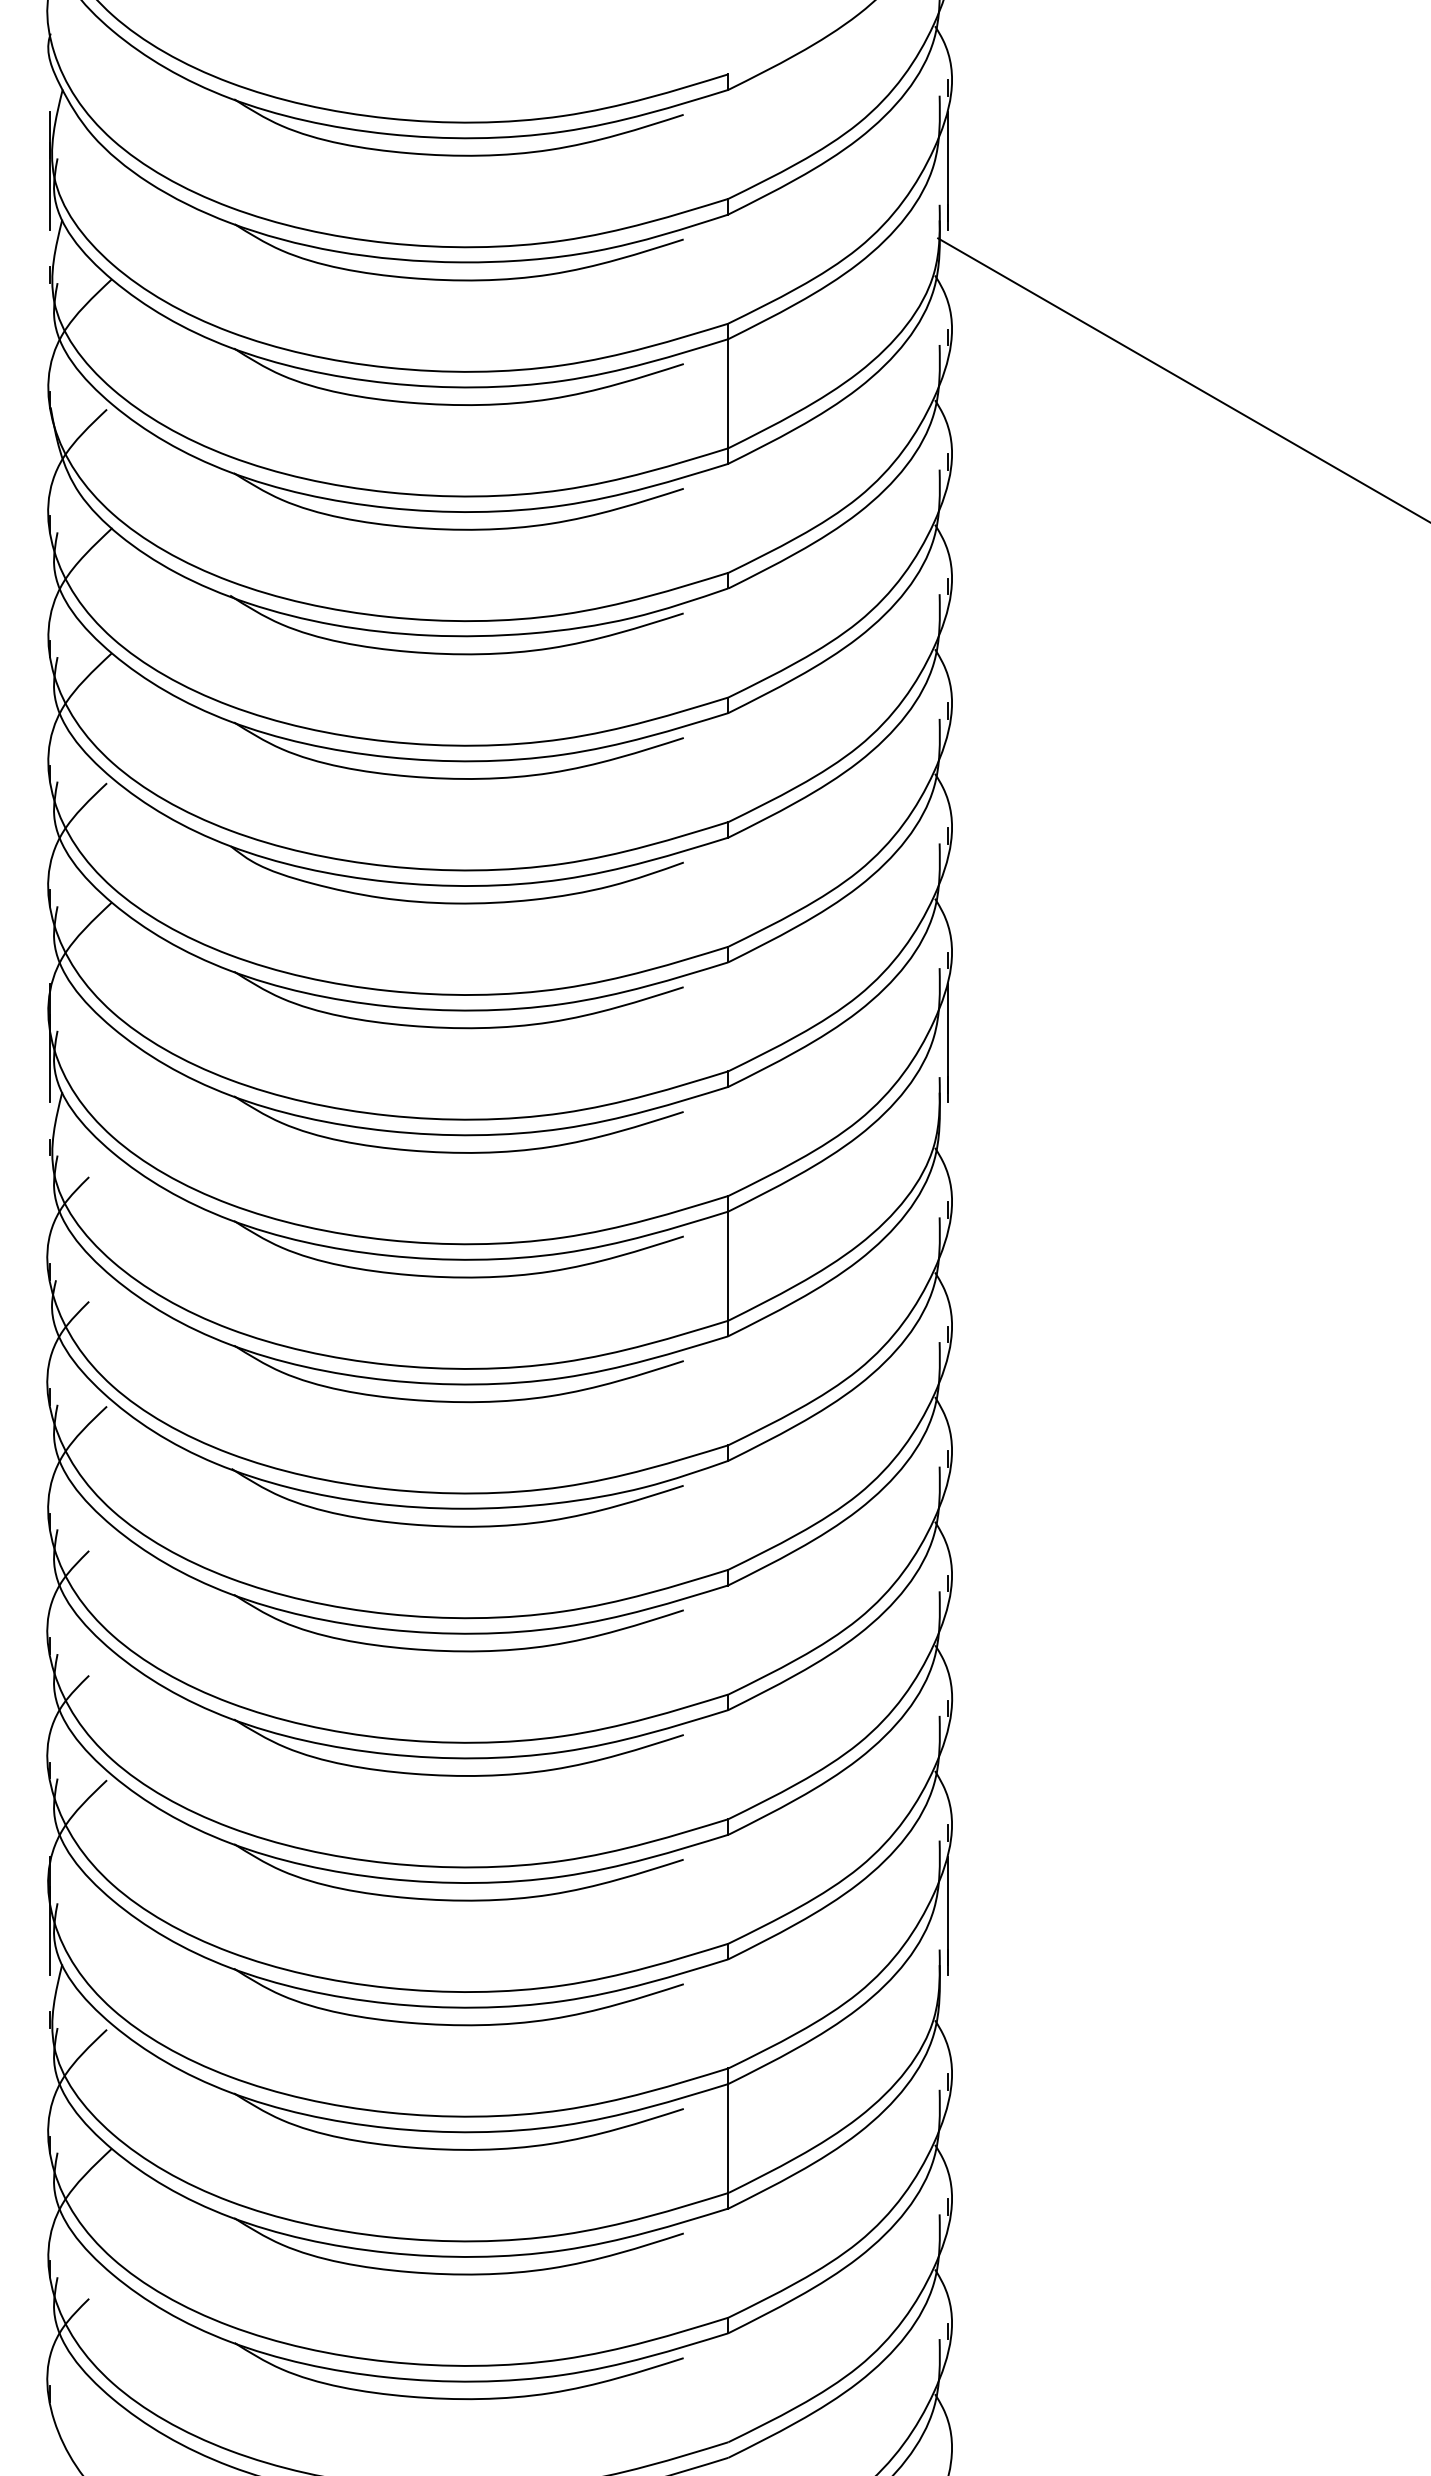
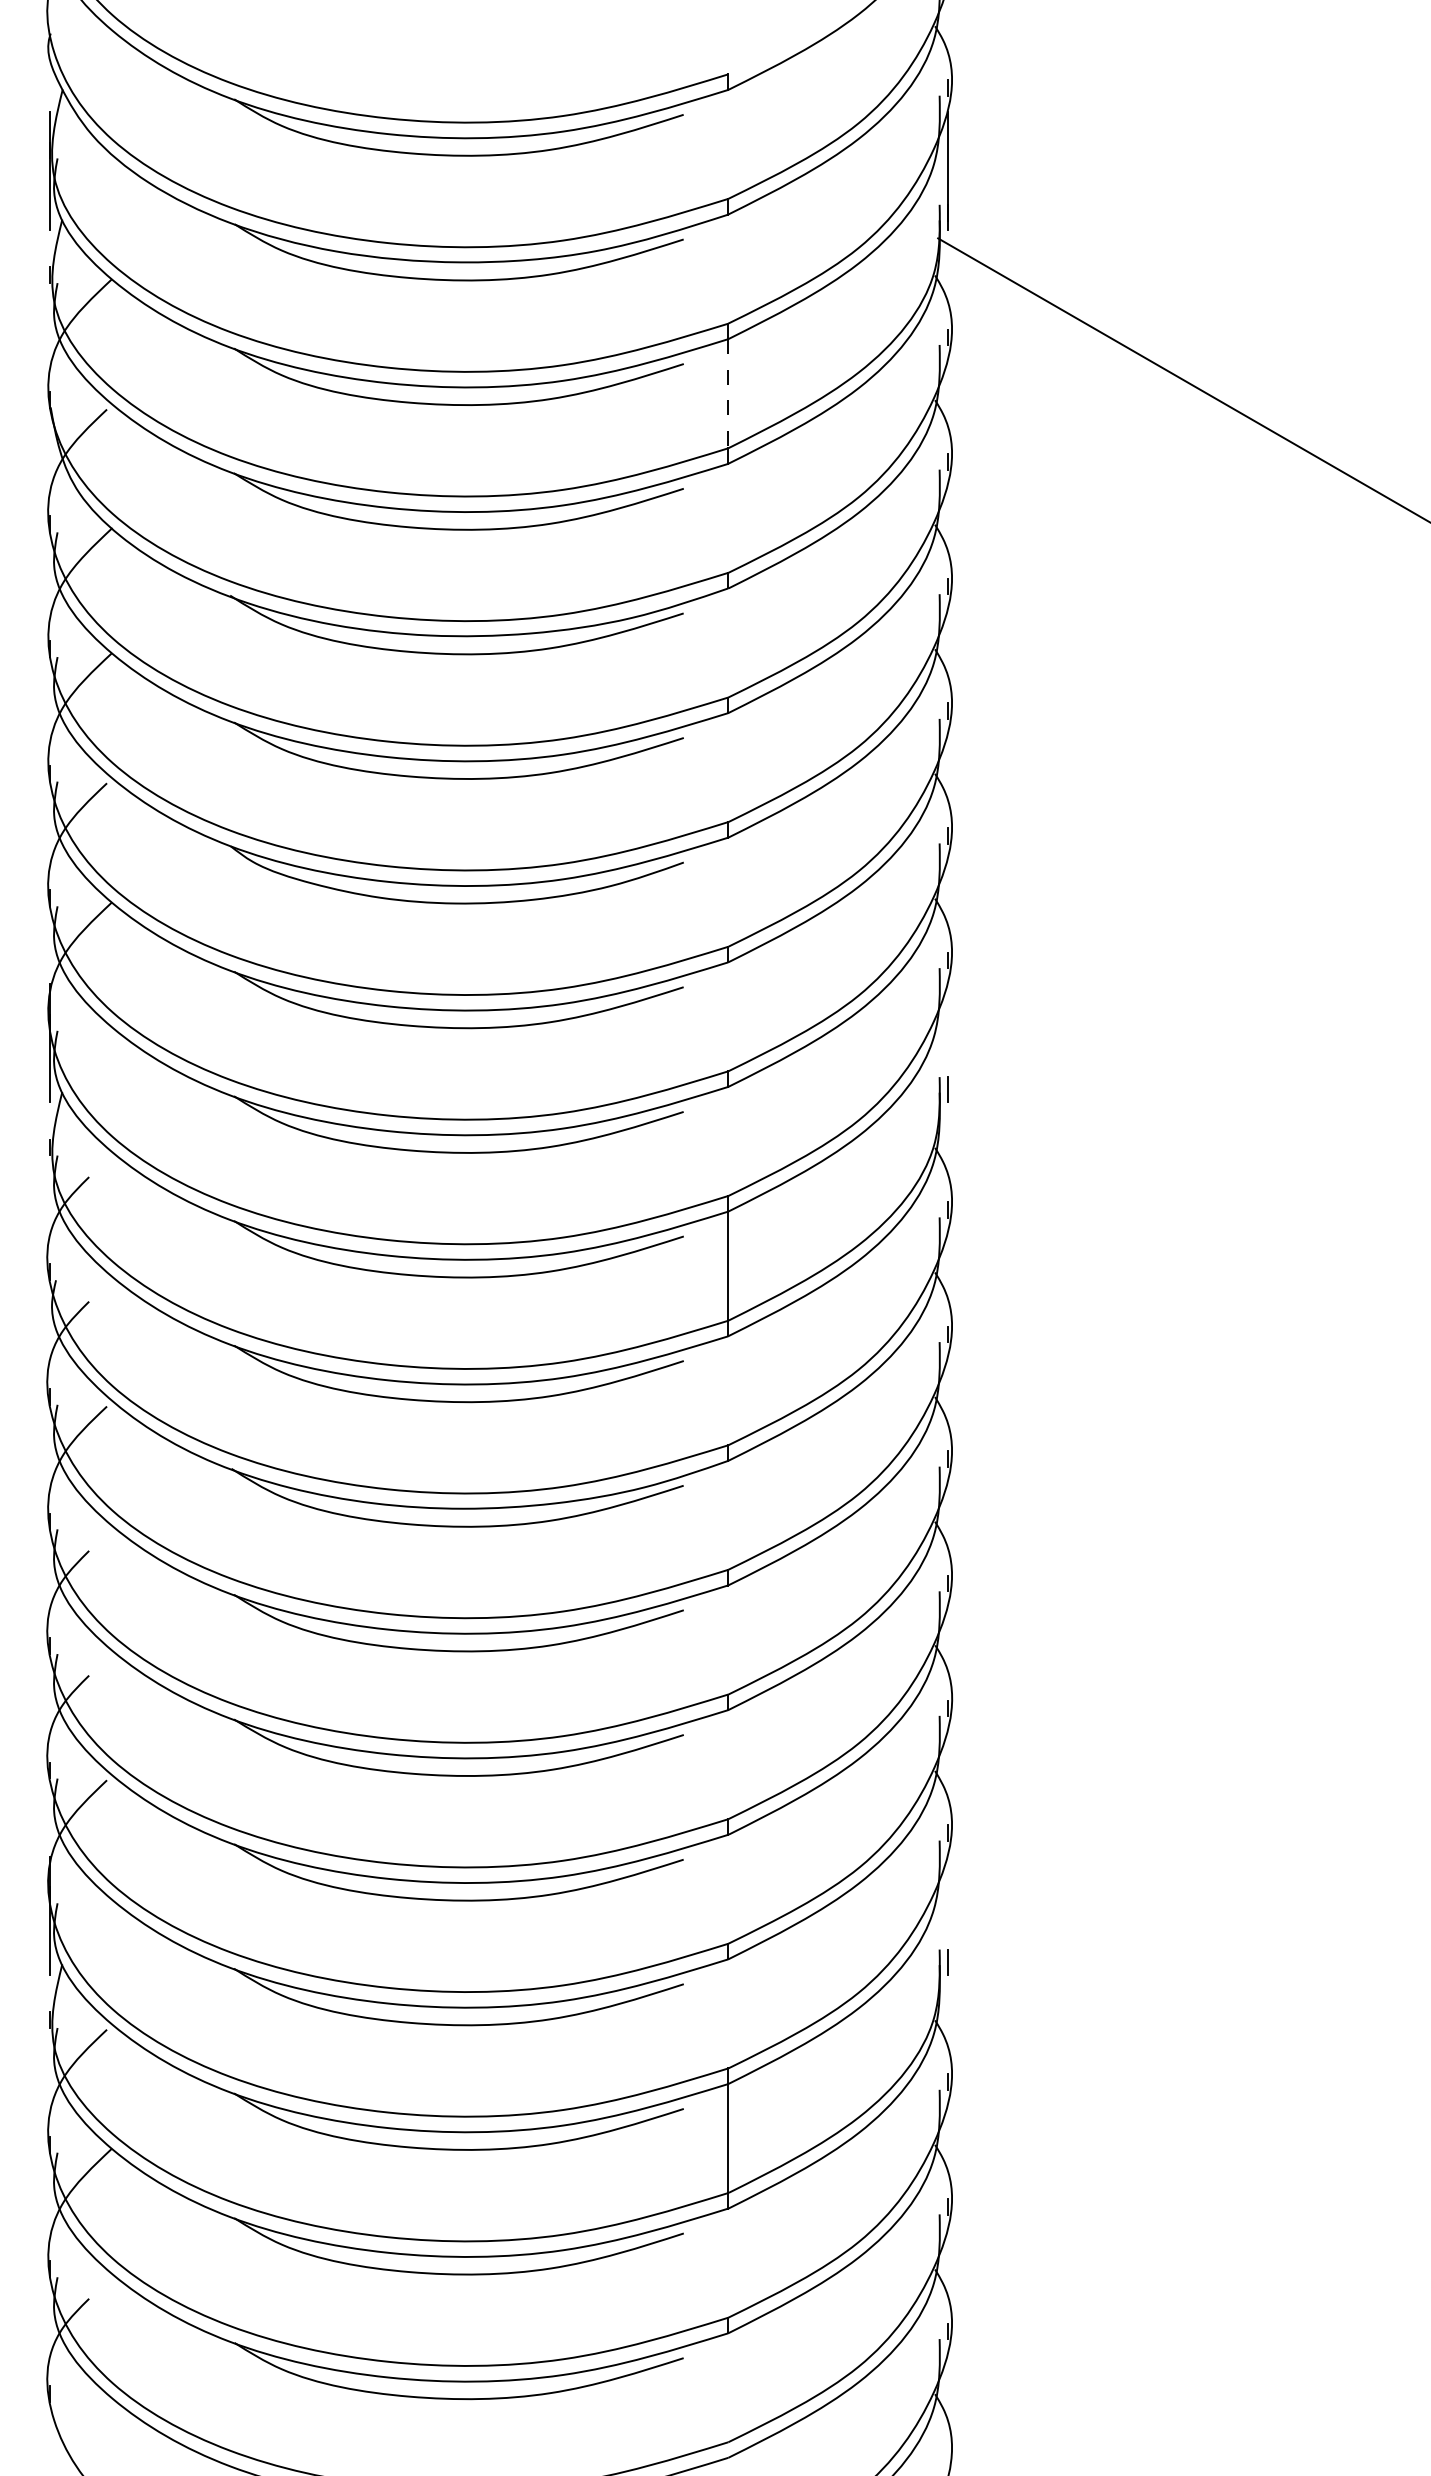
line at (728, 393): solid -> dashed
line at (947, 1038): present -> none
line at (947, 1910): present -> none
